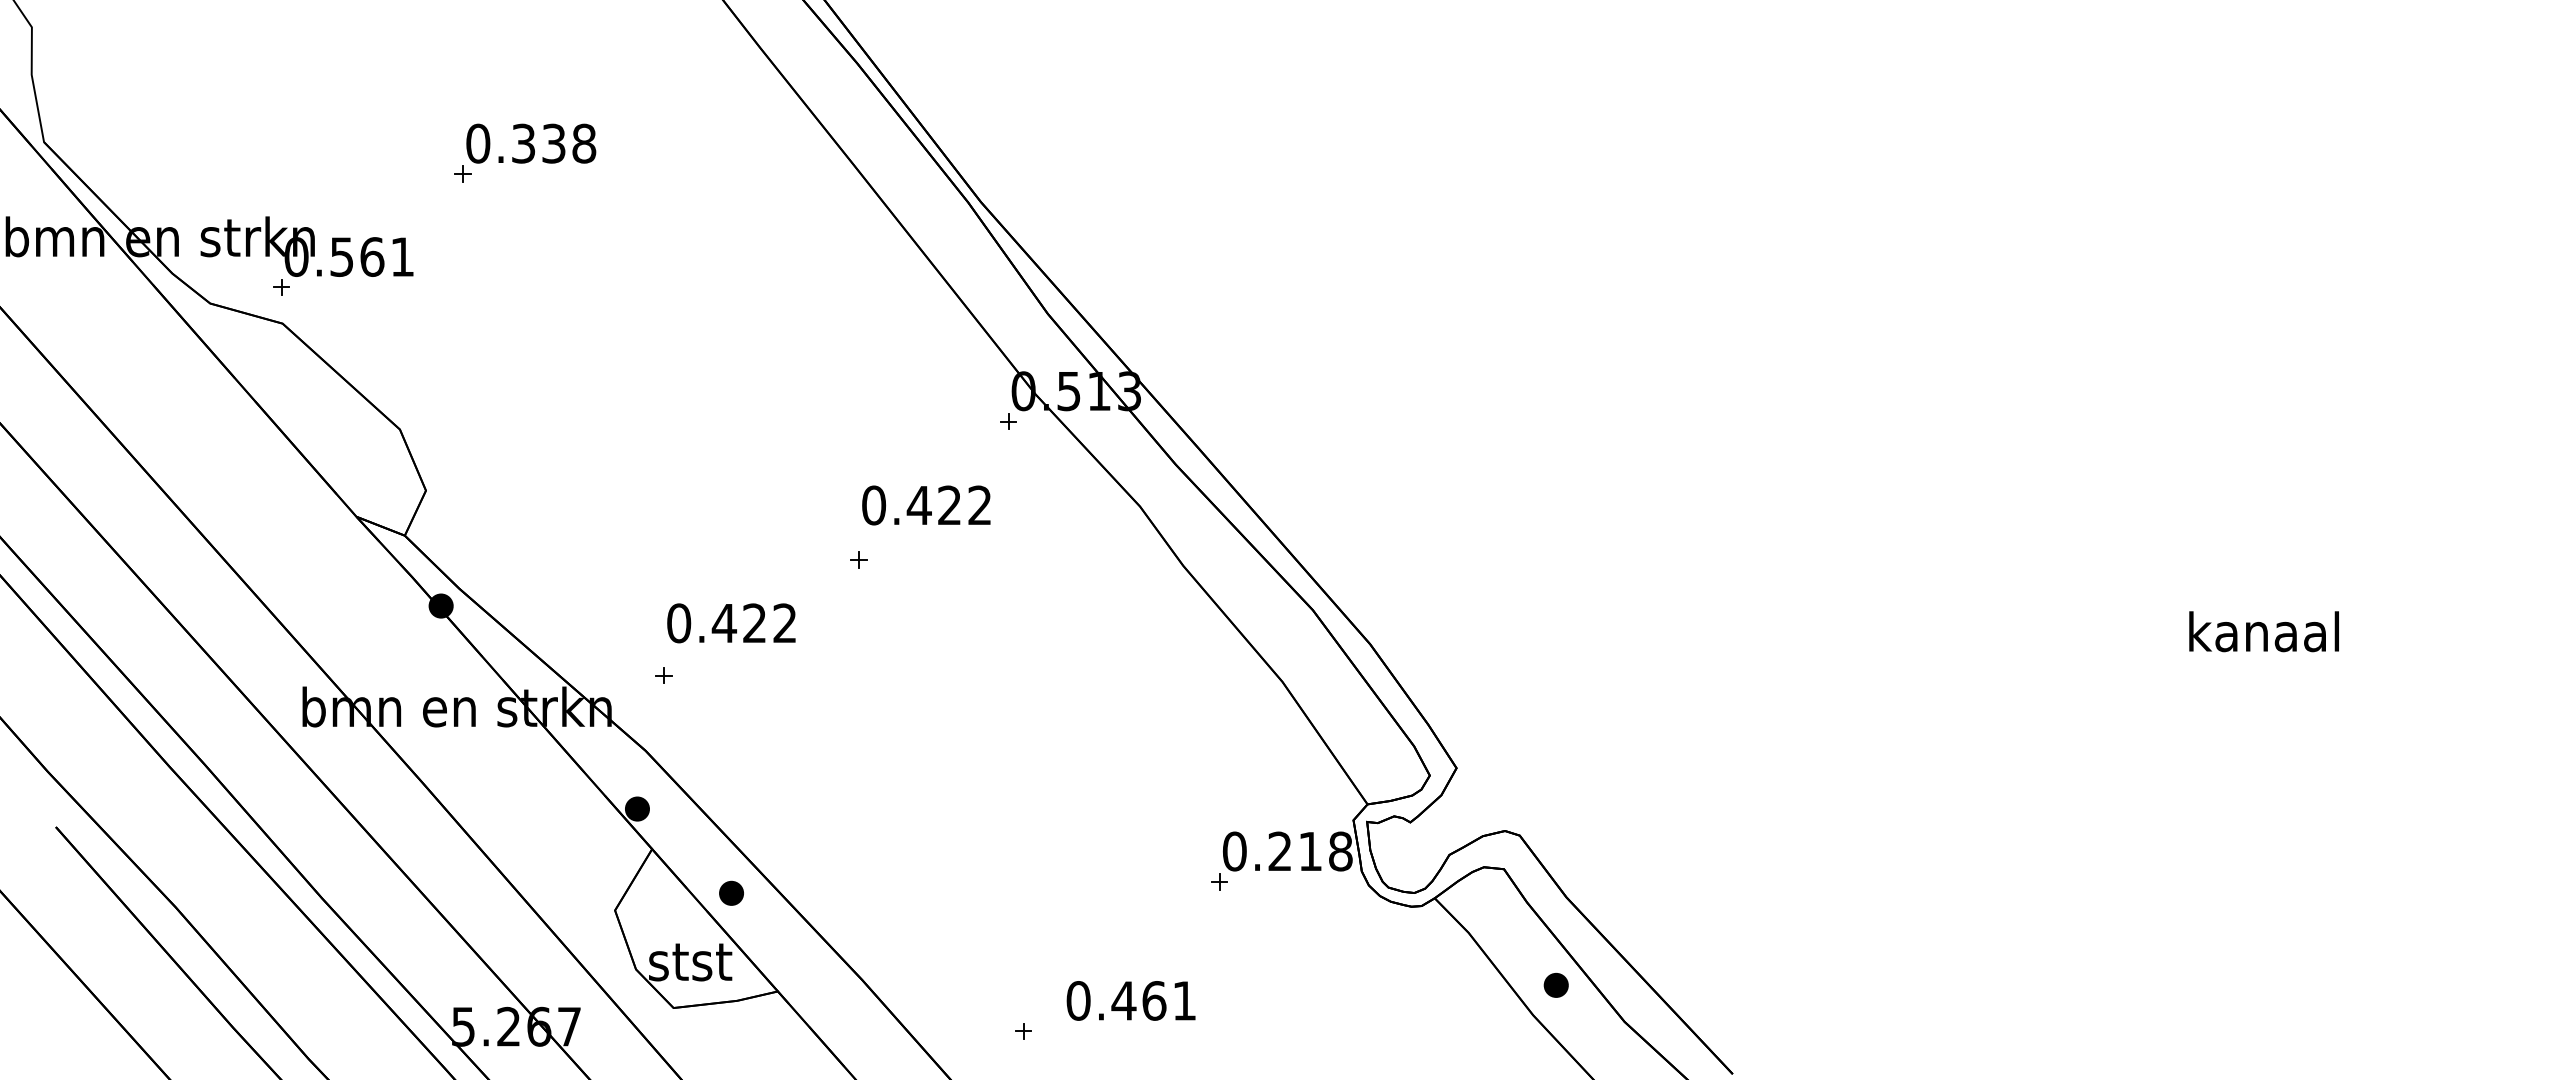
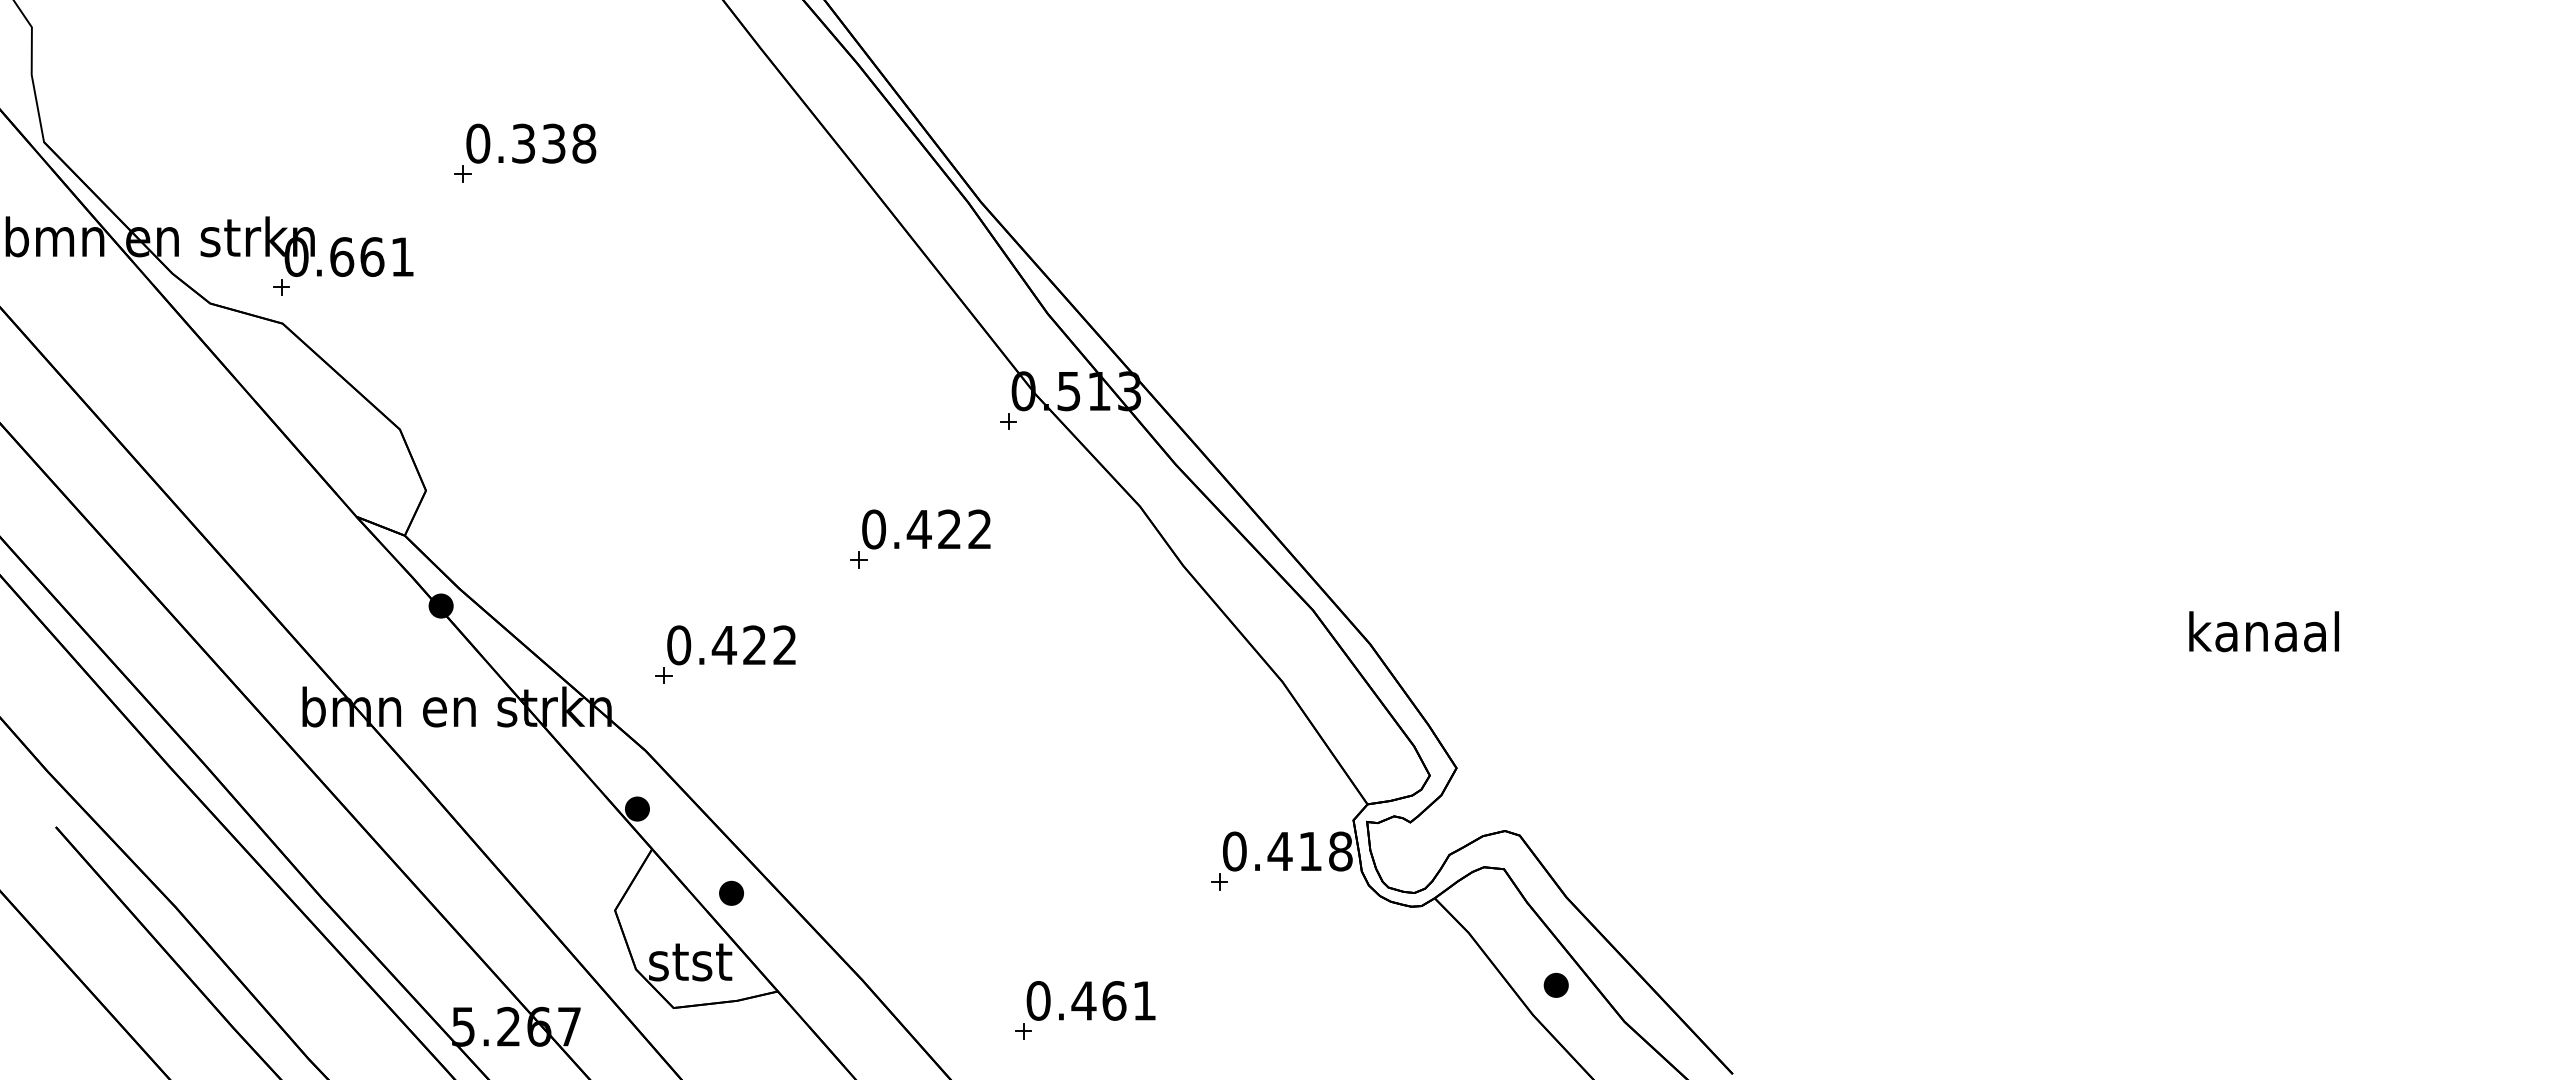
text at (342, 256): 0.561 -> 0.661
text at (926, 505) position: (926, 505) -> (926, 529)
text at (731, 623) position: (731, 623) -> (731, 645)
text at (1279, 850): 0.218 -> 0.418
text at (1130, 1000) position: (1130, 1000) -> (1090, 1000)
